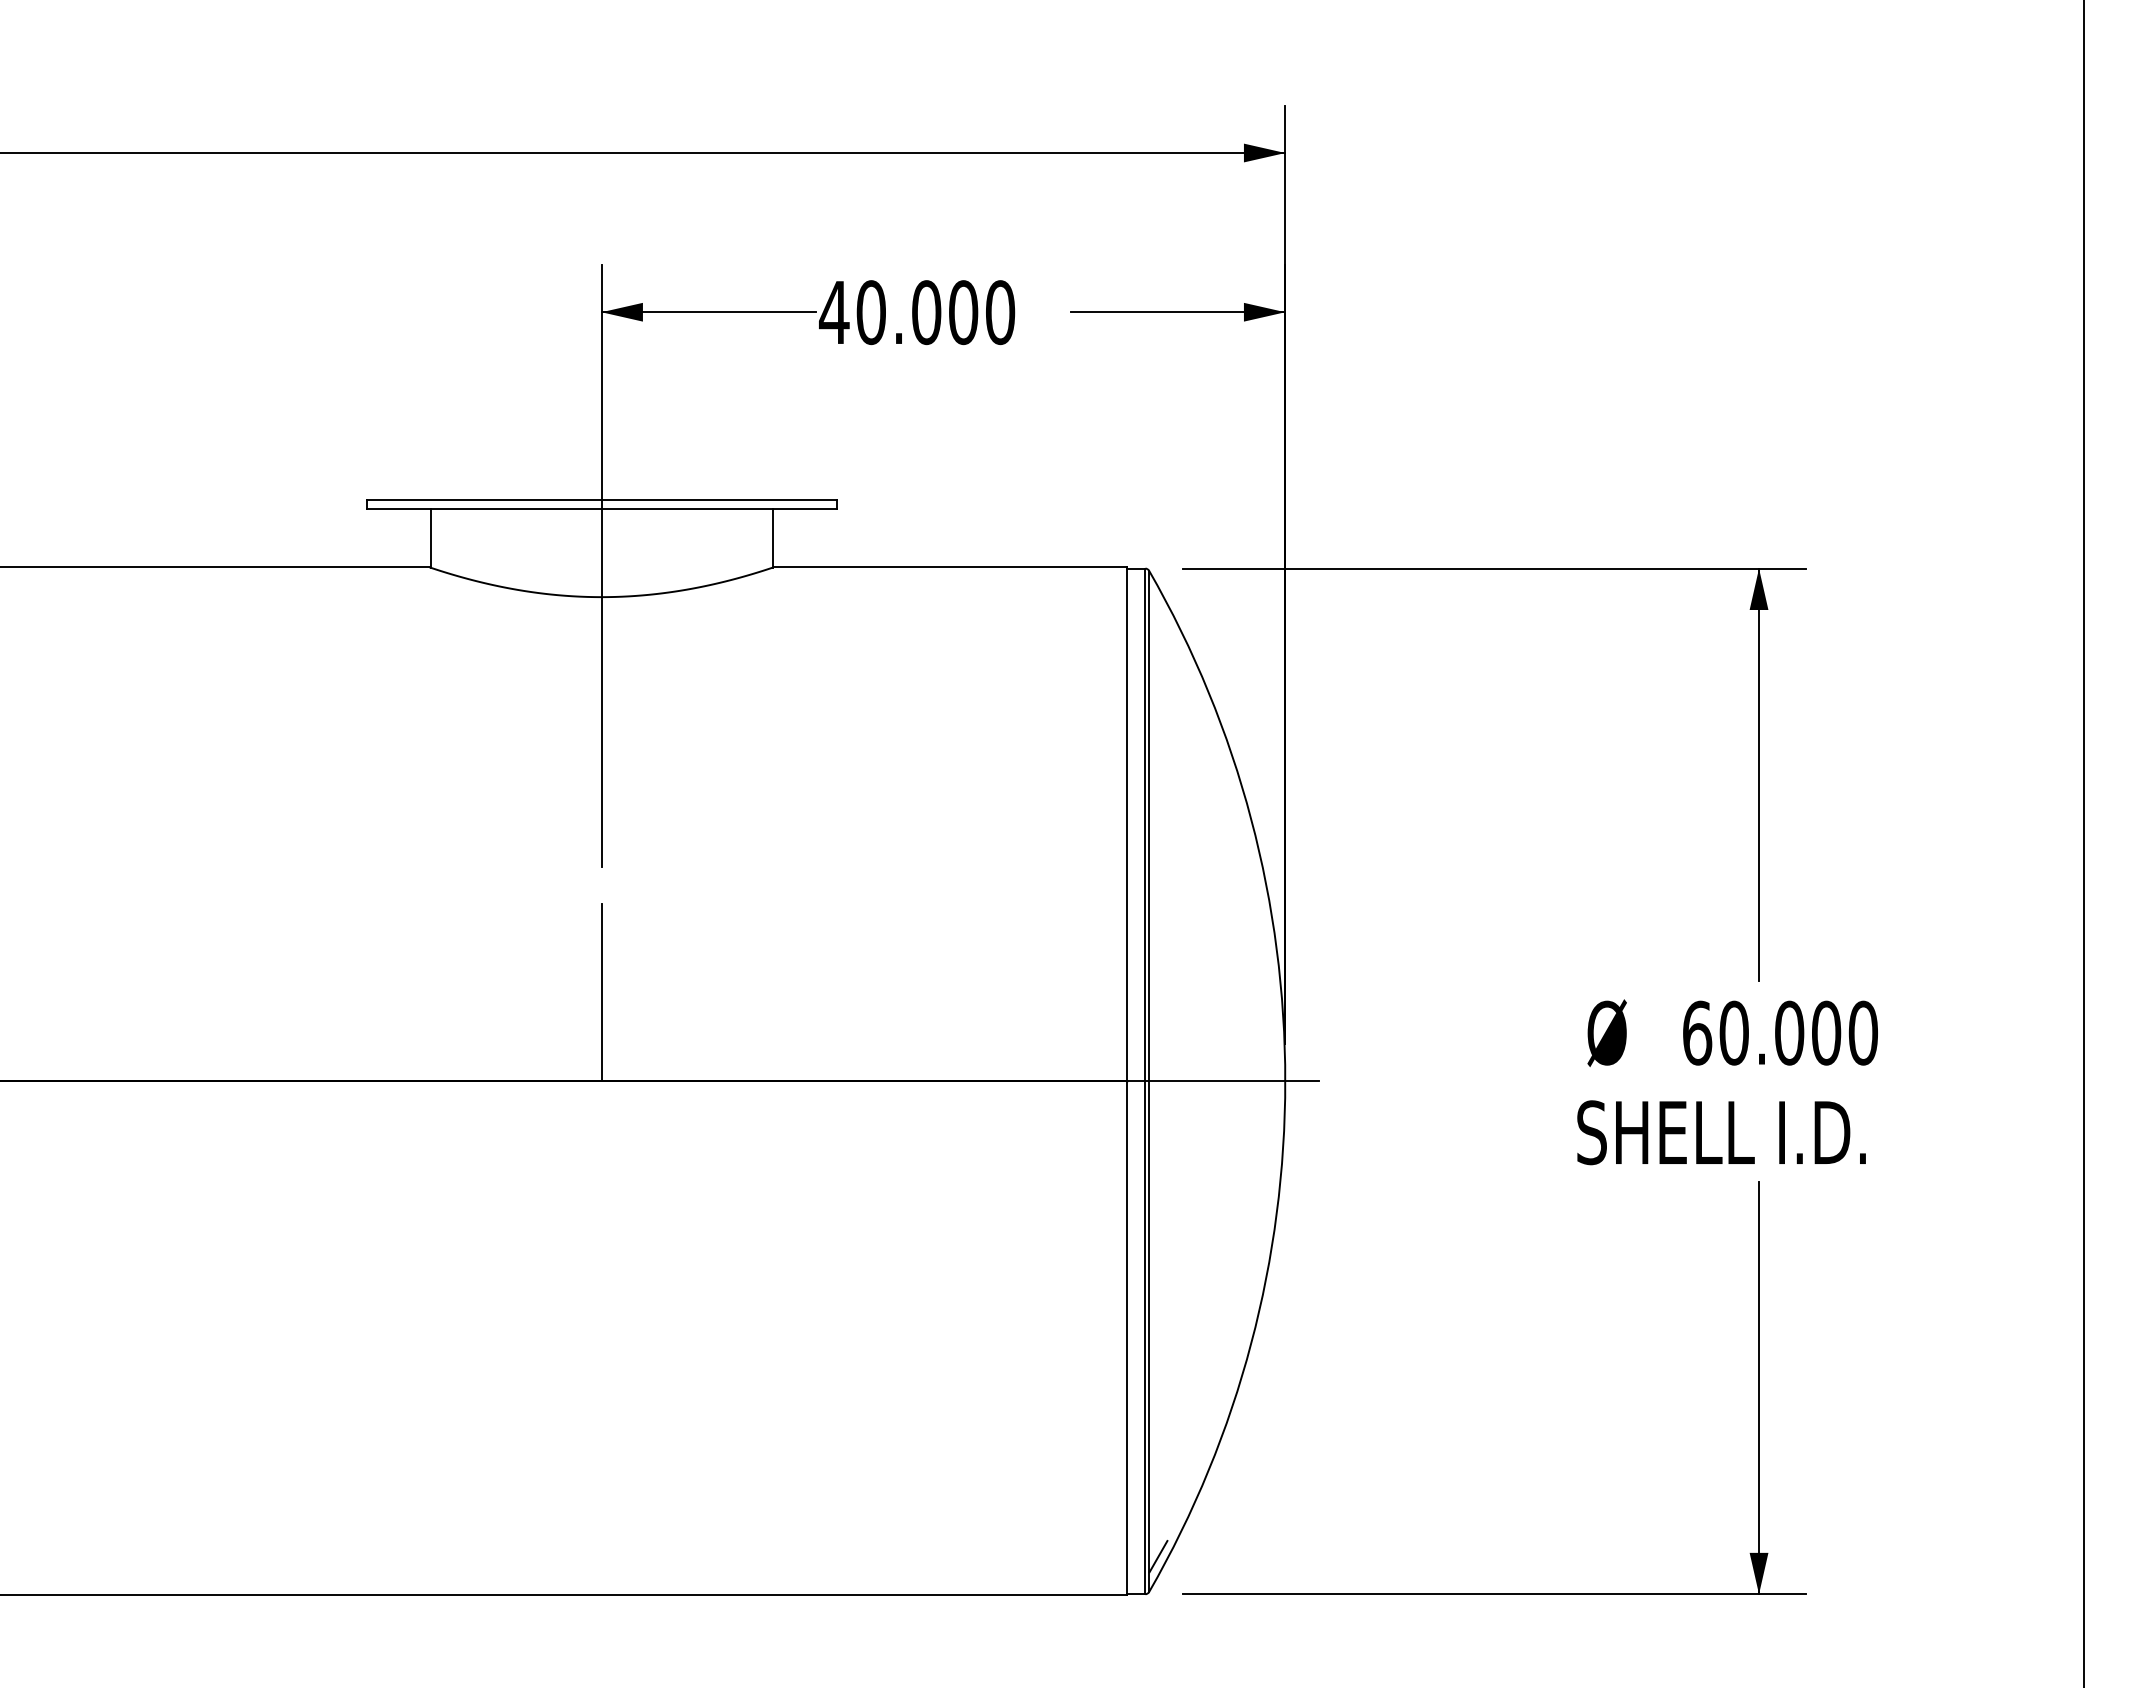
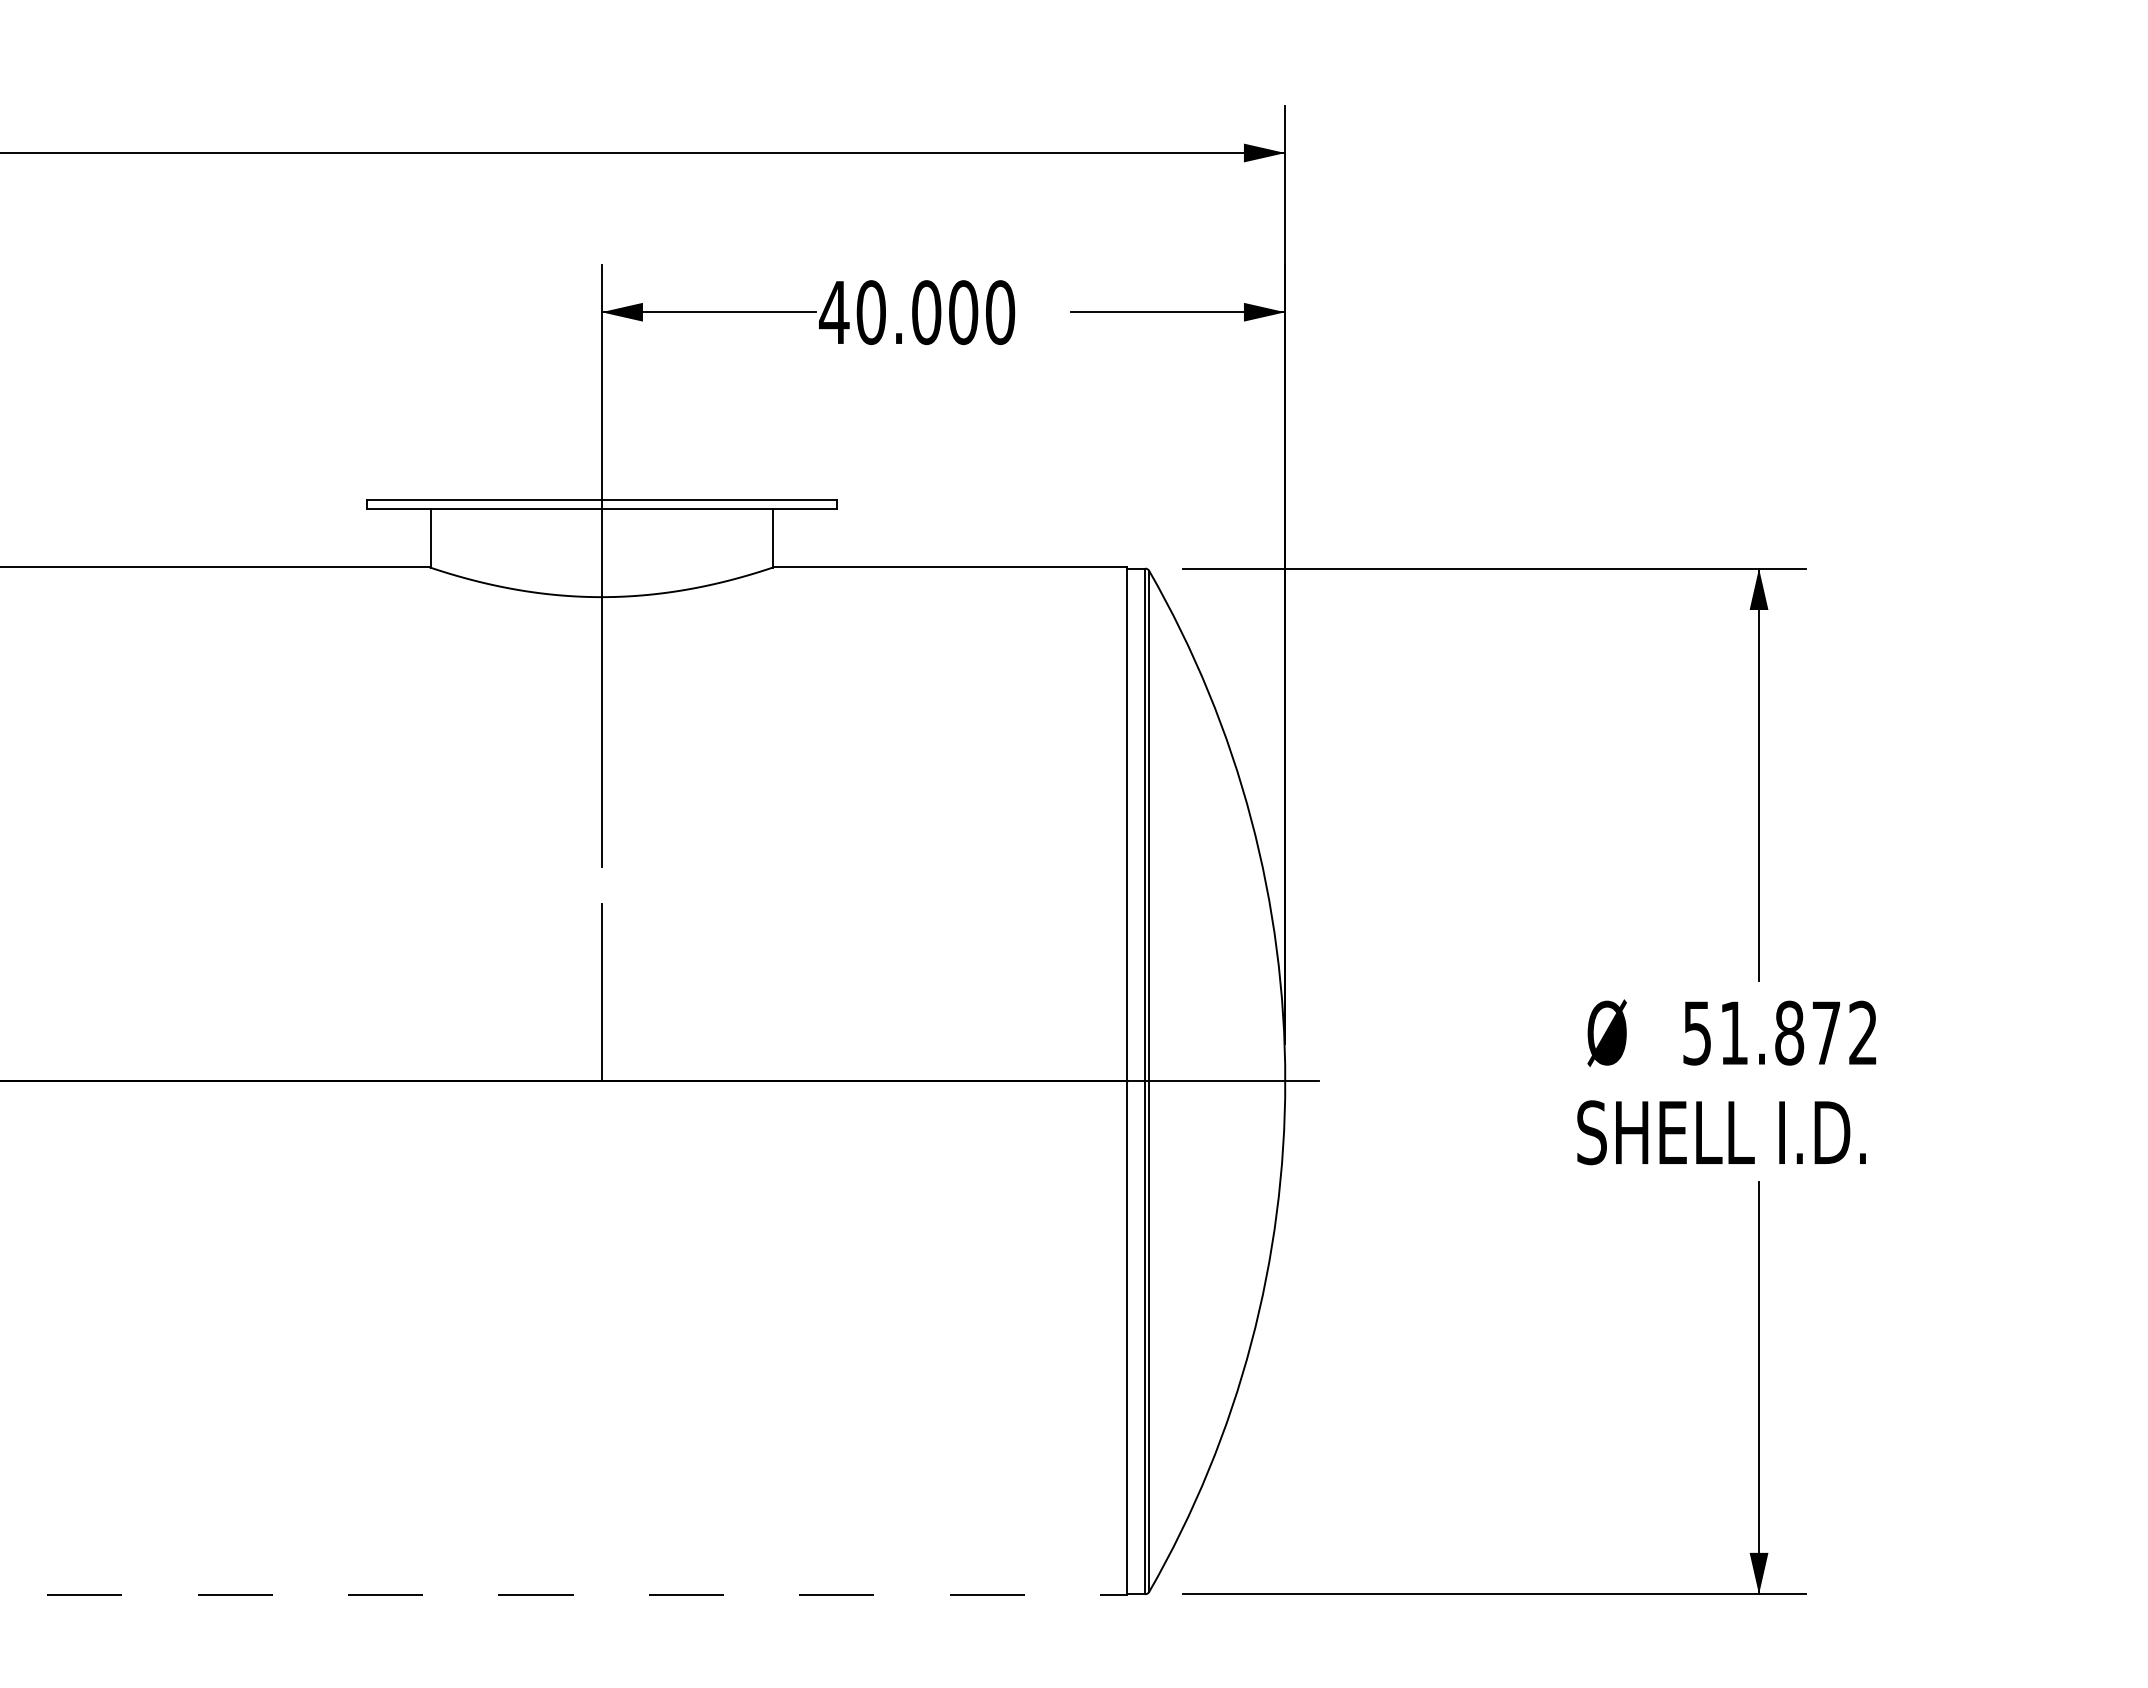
line at (2083, 843): present -> none
text at (1780, 1032): 60.000 -> 51.872
line at (1158, 1556): present -> none
line at (564, 1595): solid -> dashed
